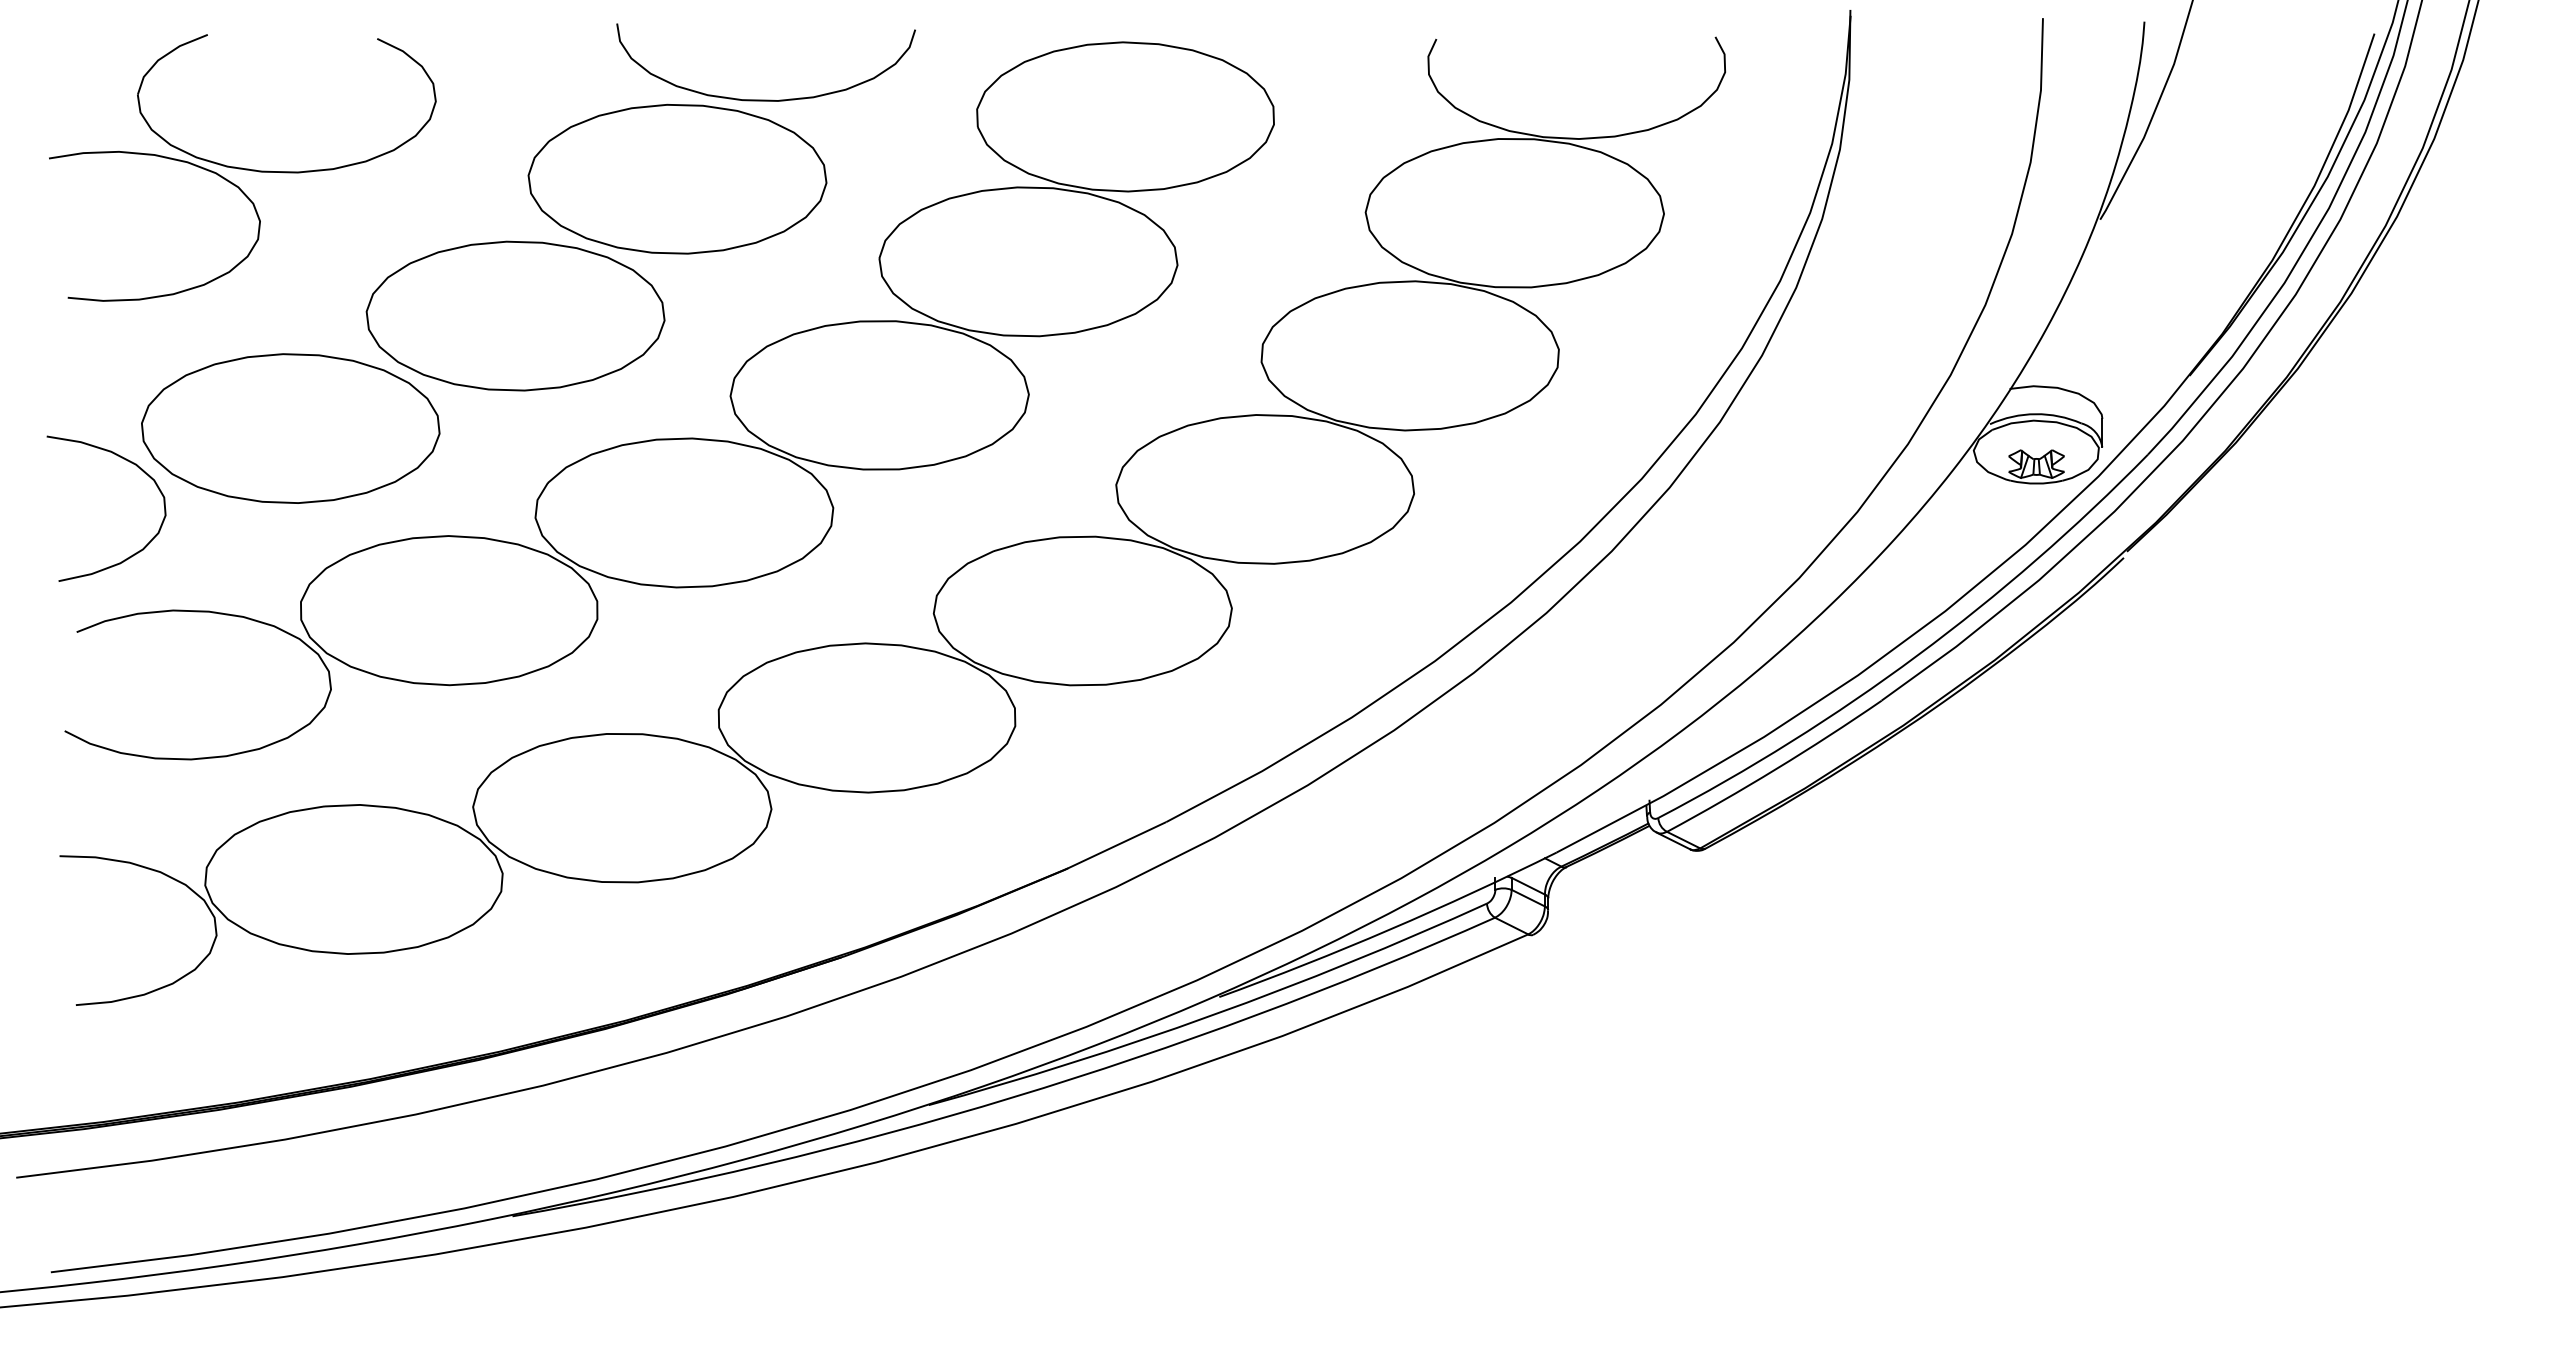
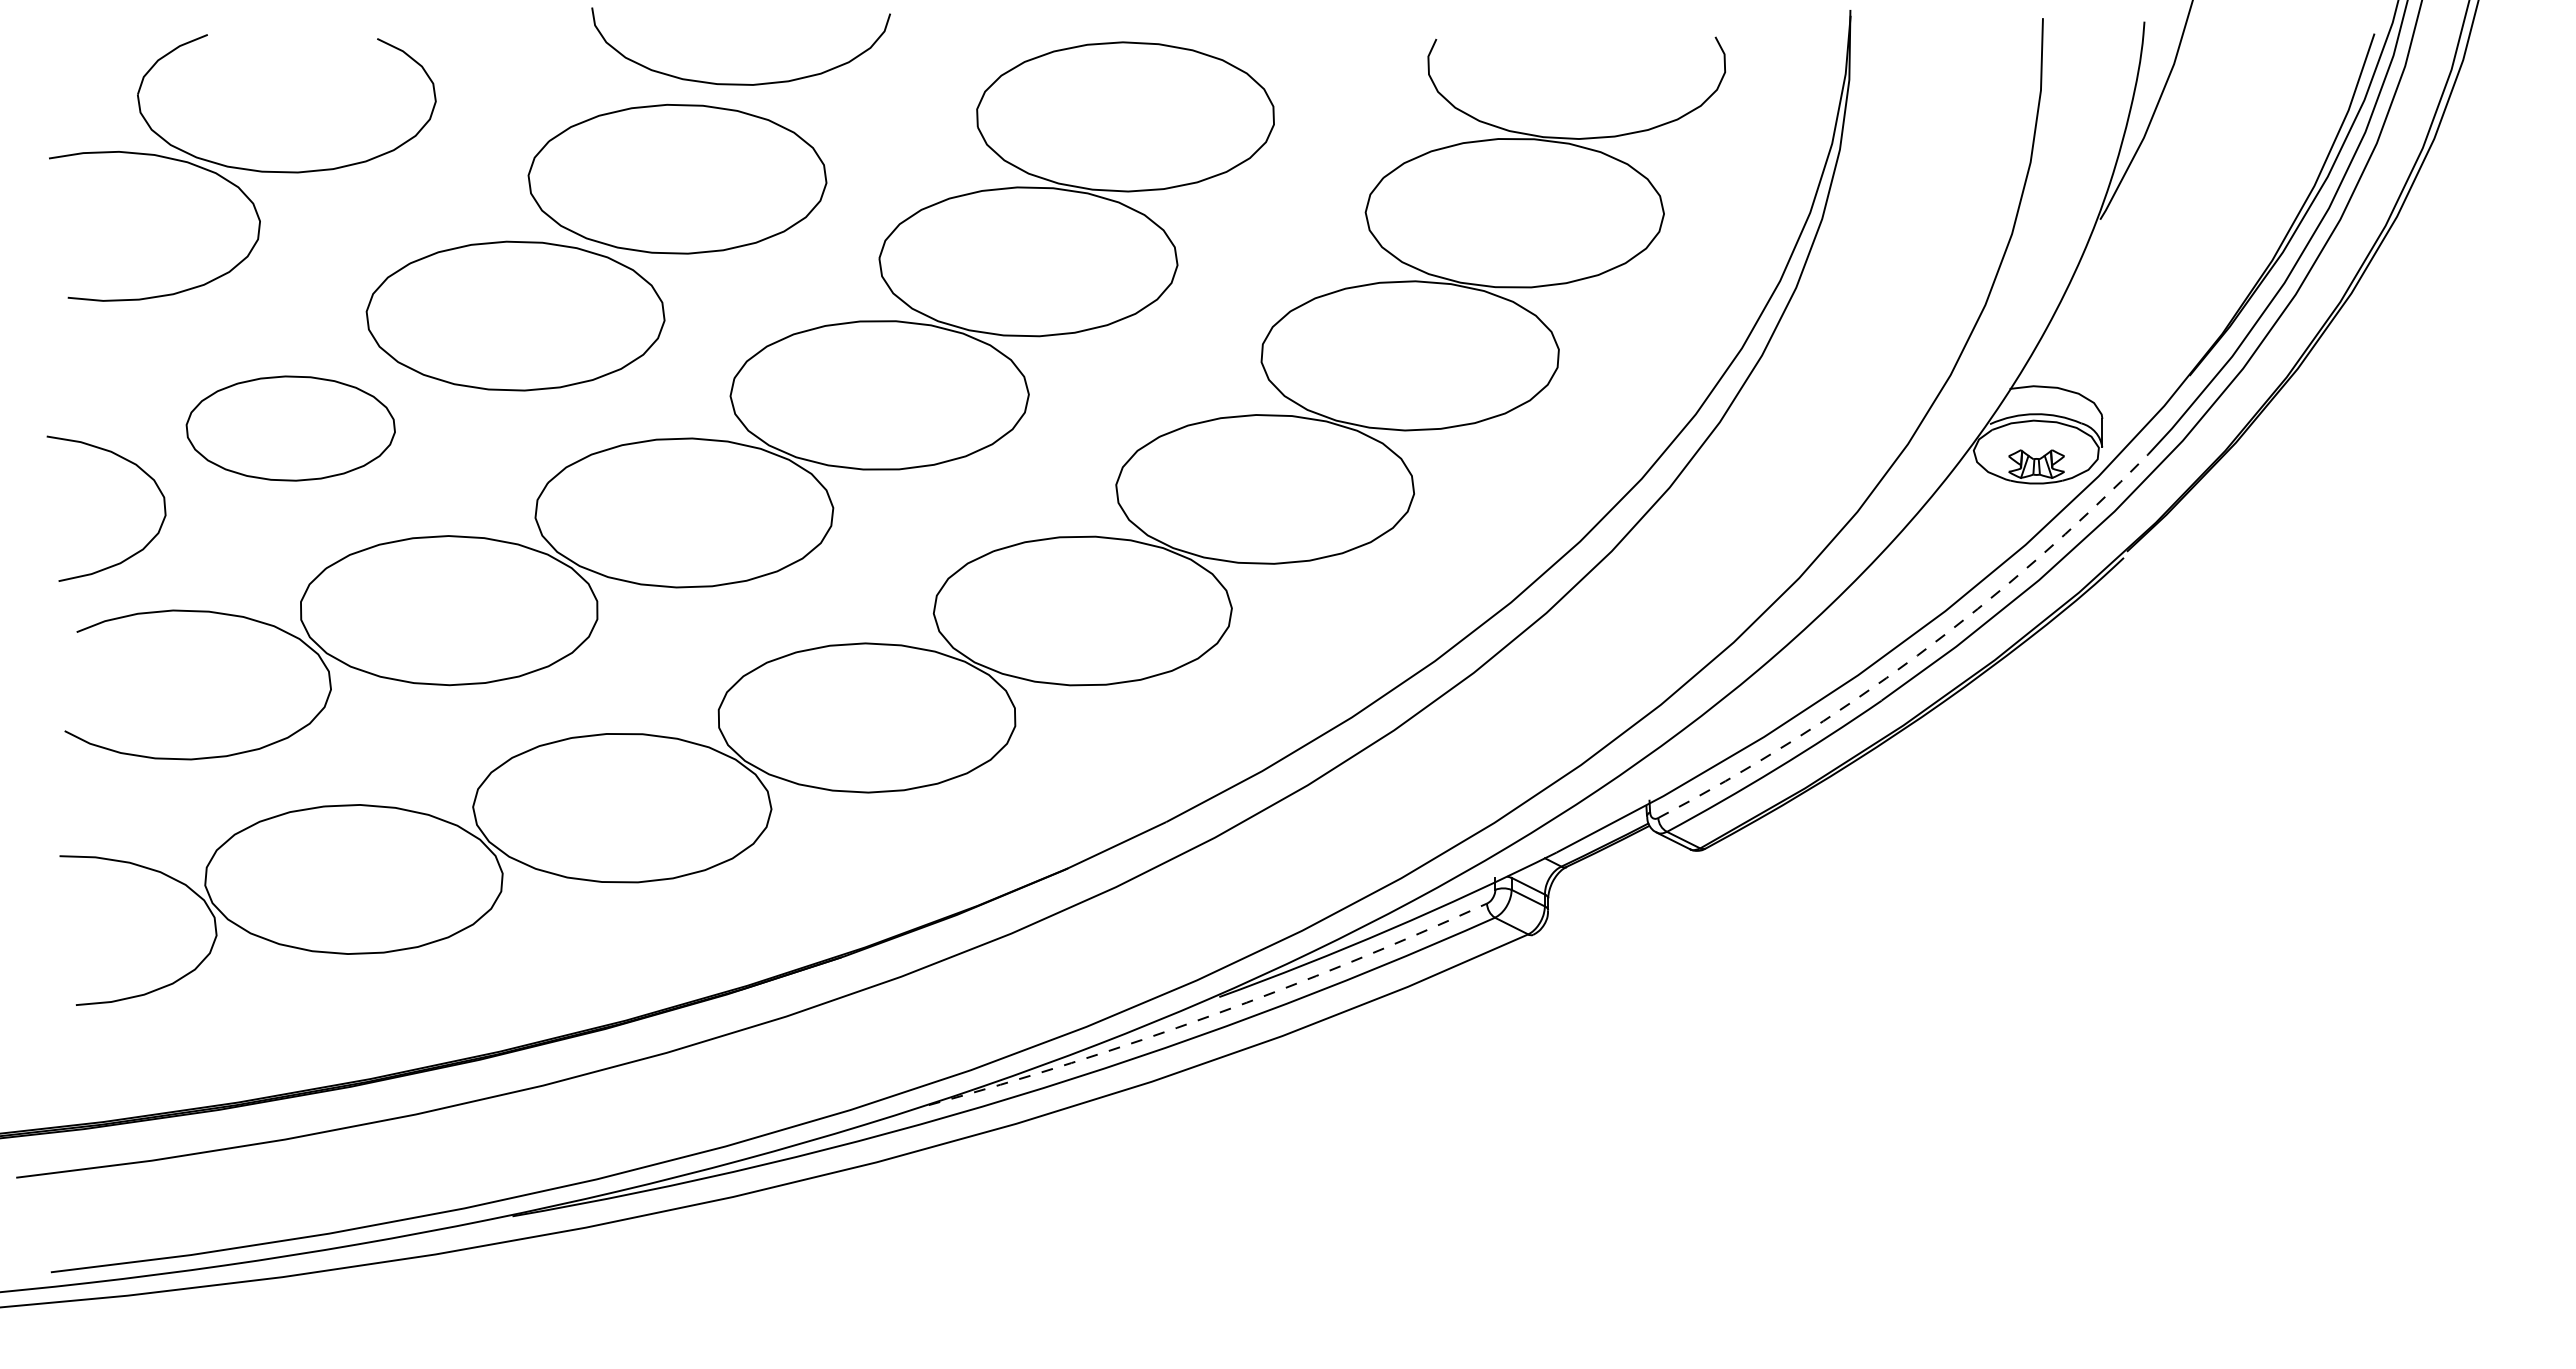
curve at (765, 99) position: (765, 99) -> (740, 83)
part at (290, 428) size: 300x151 px -> 211x107 px
arc at (1917, 655): solid -> dashed
arc at (1211, 1015): solid -> dashed
